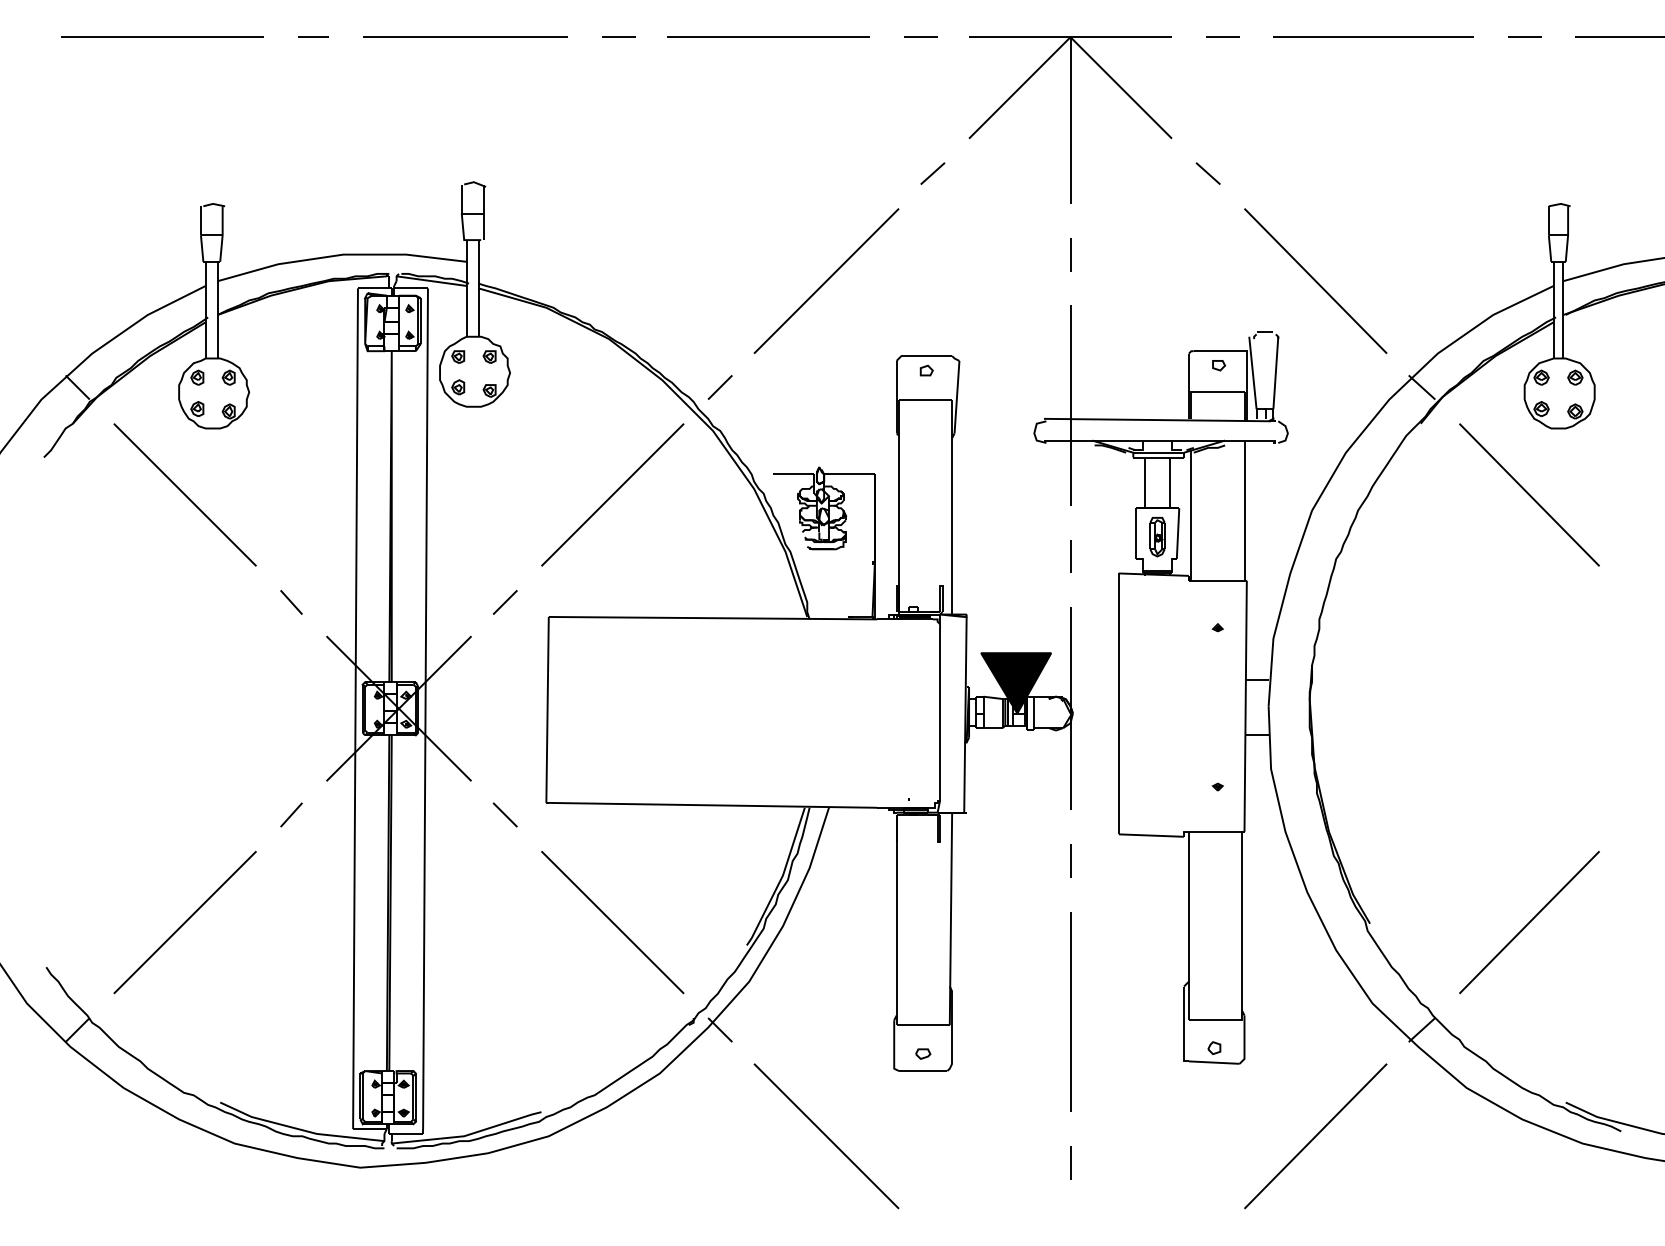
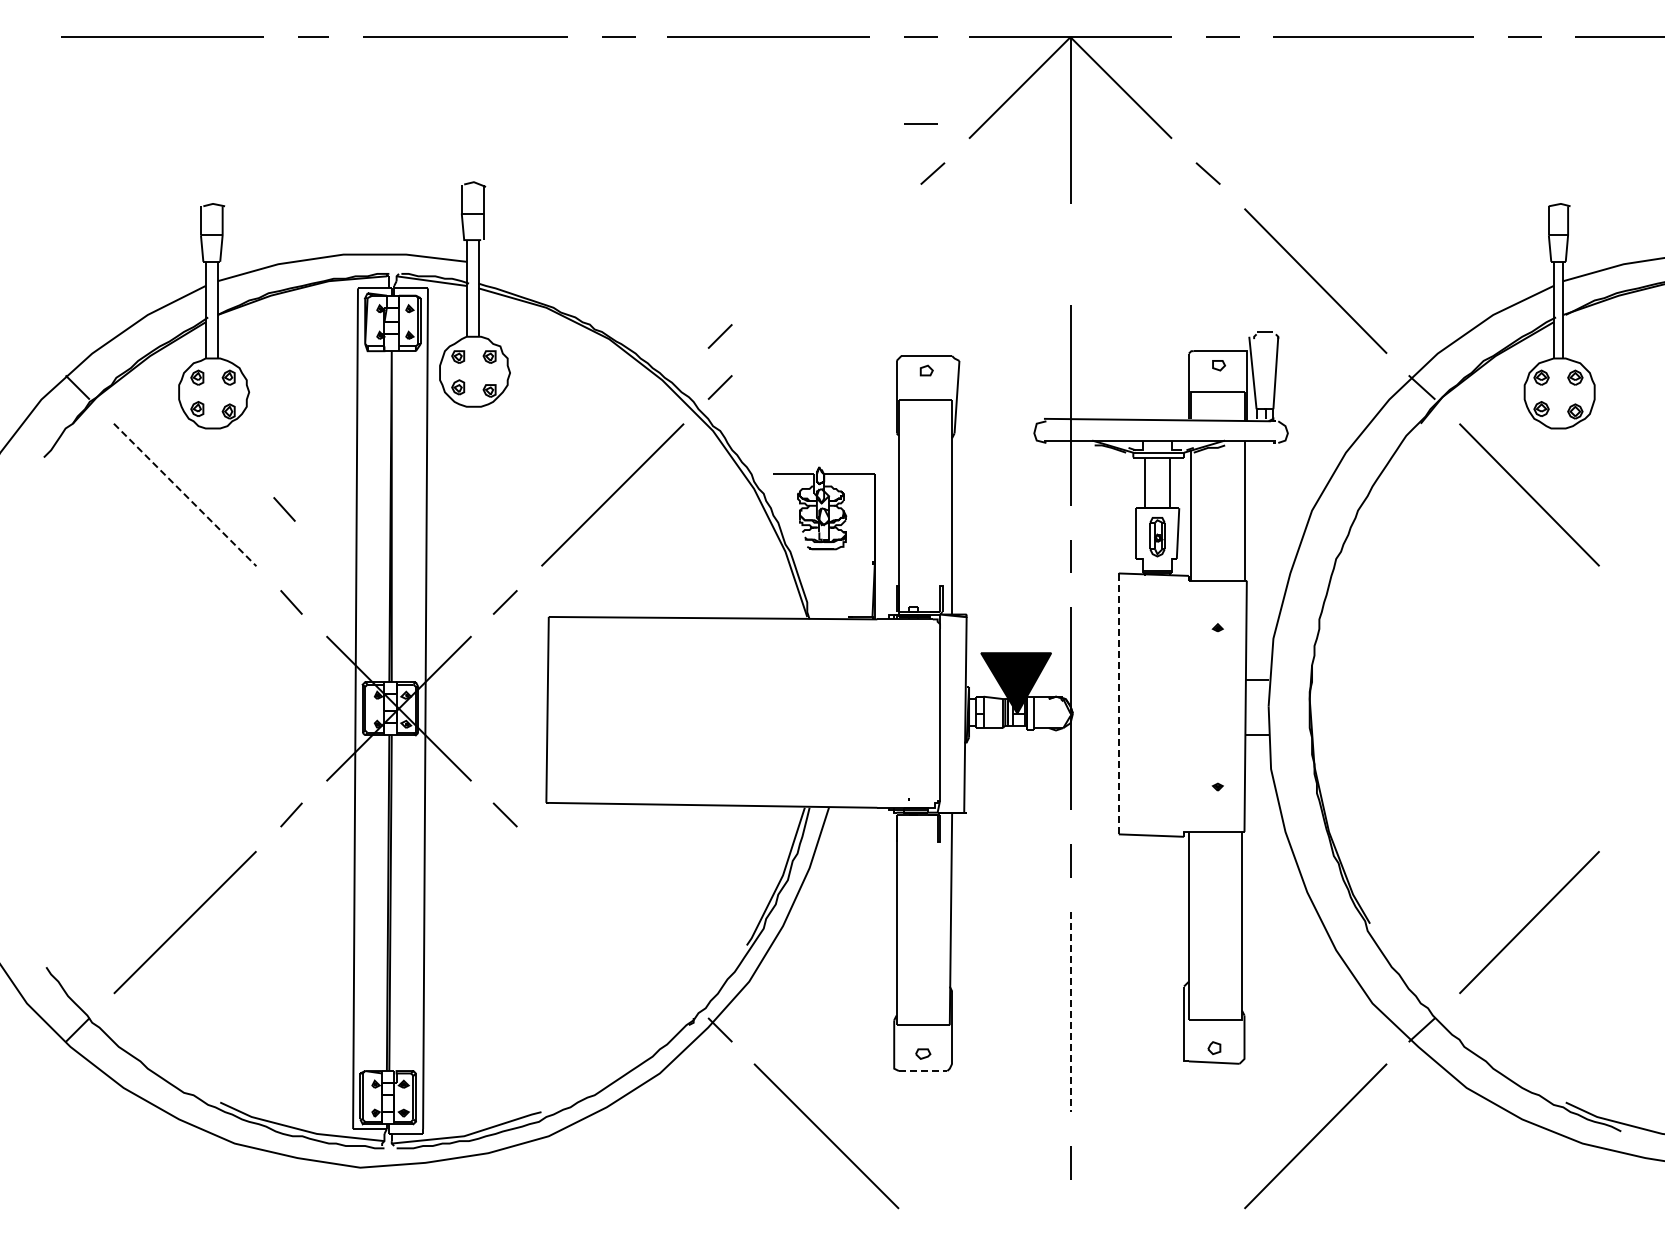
line at (920, 123): none -> present
line at (1070, 254): present -> none
line at (826, 280): present -> none
line at (719, 336): none -> present
line at (185, 494): solid -> dashed
line at (284, 509): none -> present
line at (1118, 704): solid -> dashed
line at (612, 922): present -> none
line at (1070, 1012): solid -> dashed
line at (923, 1071): solid -> dashed
